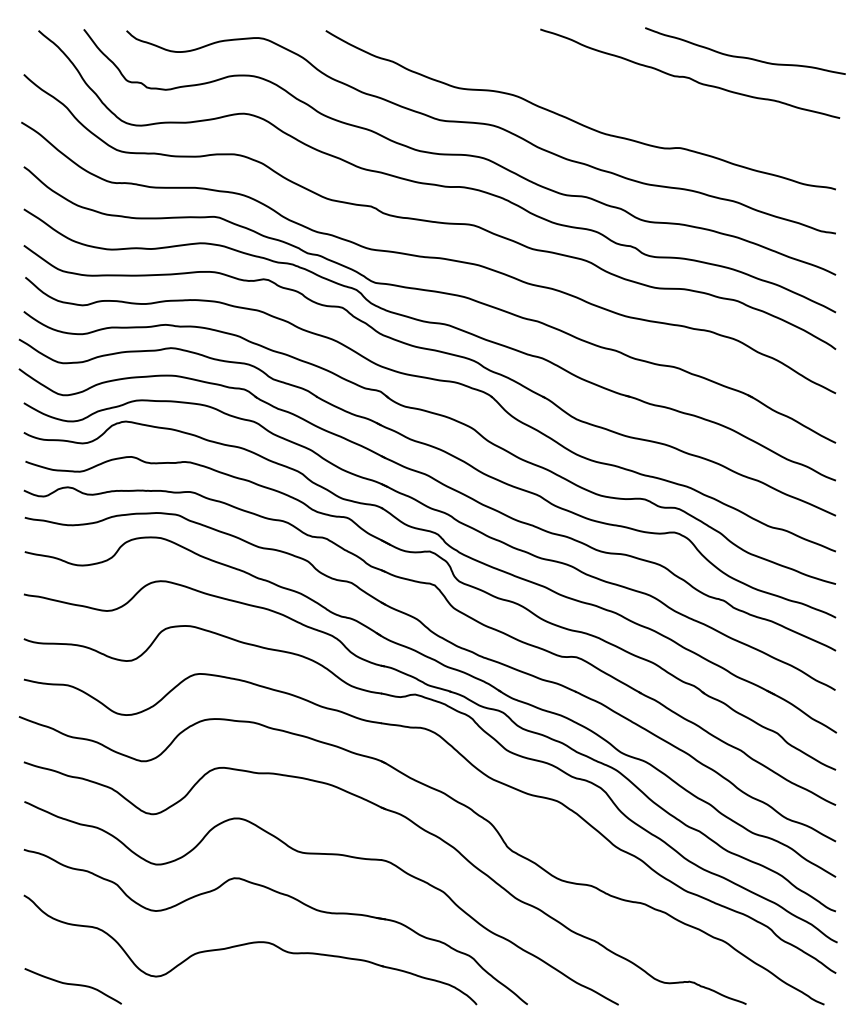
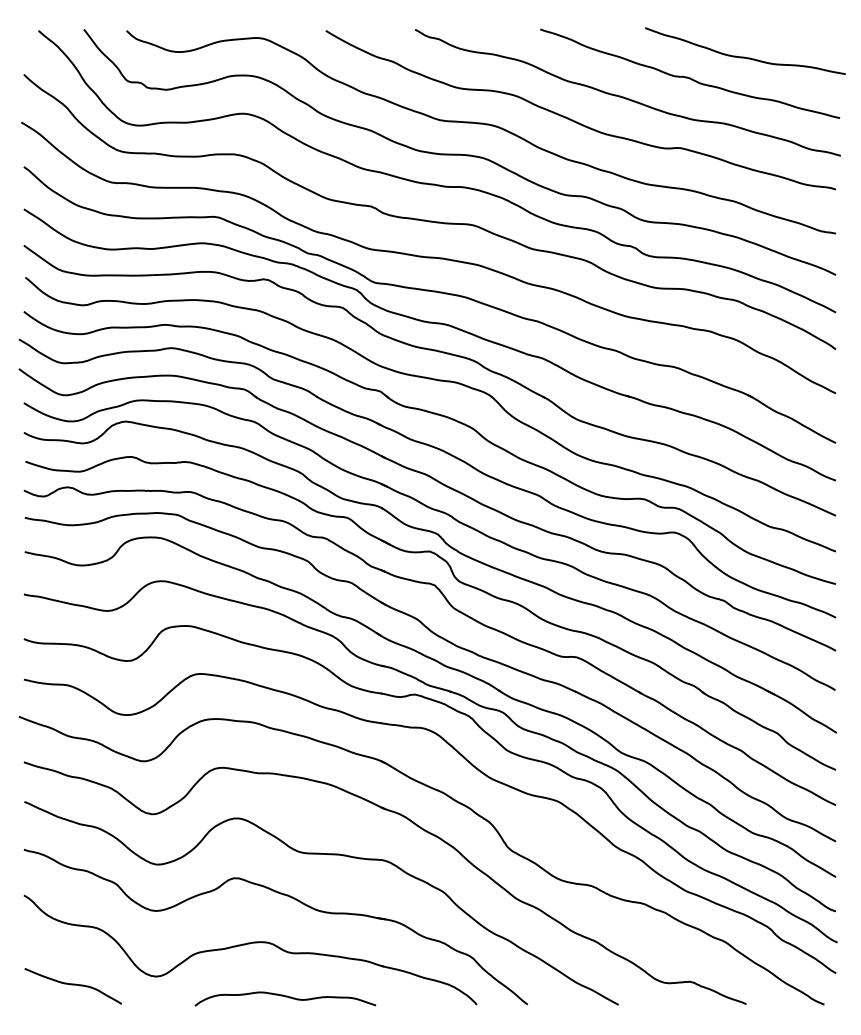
curve at (626, 97): none -> present
curve at (285, 997): none -> present
